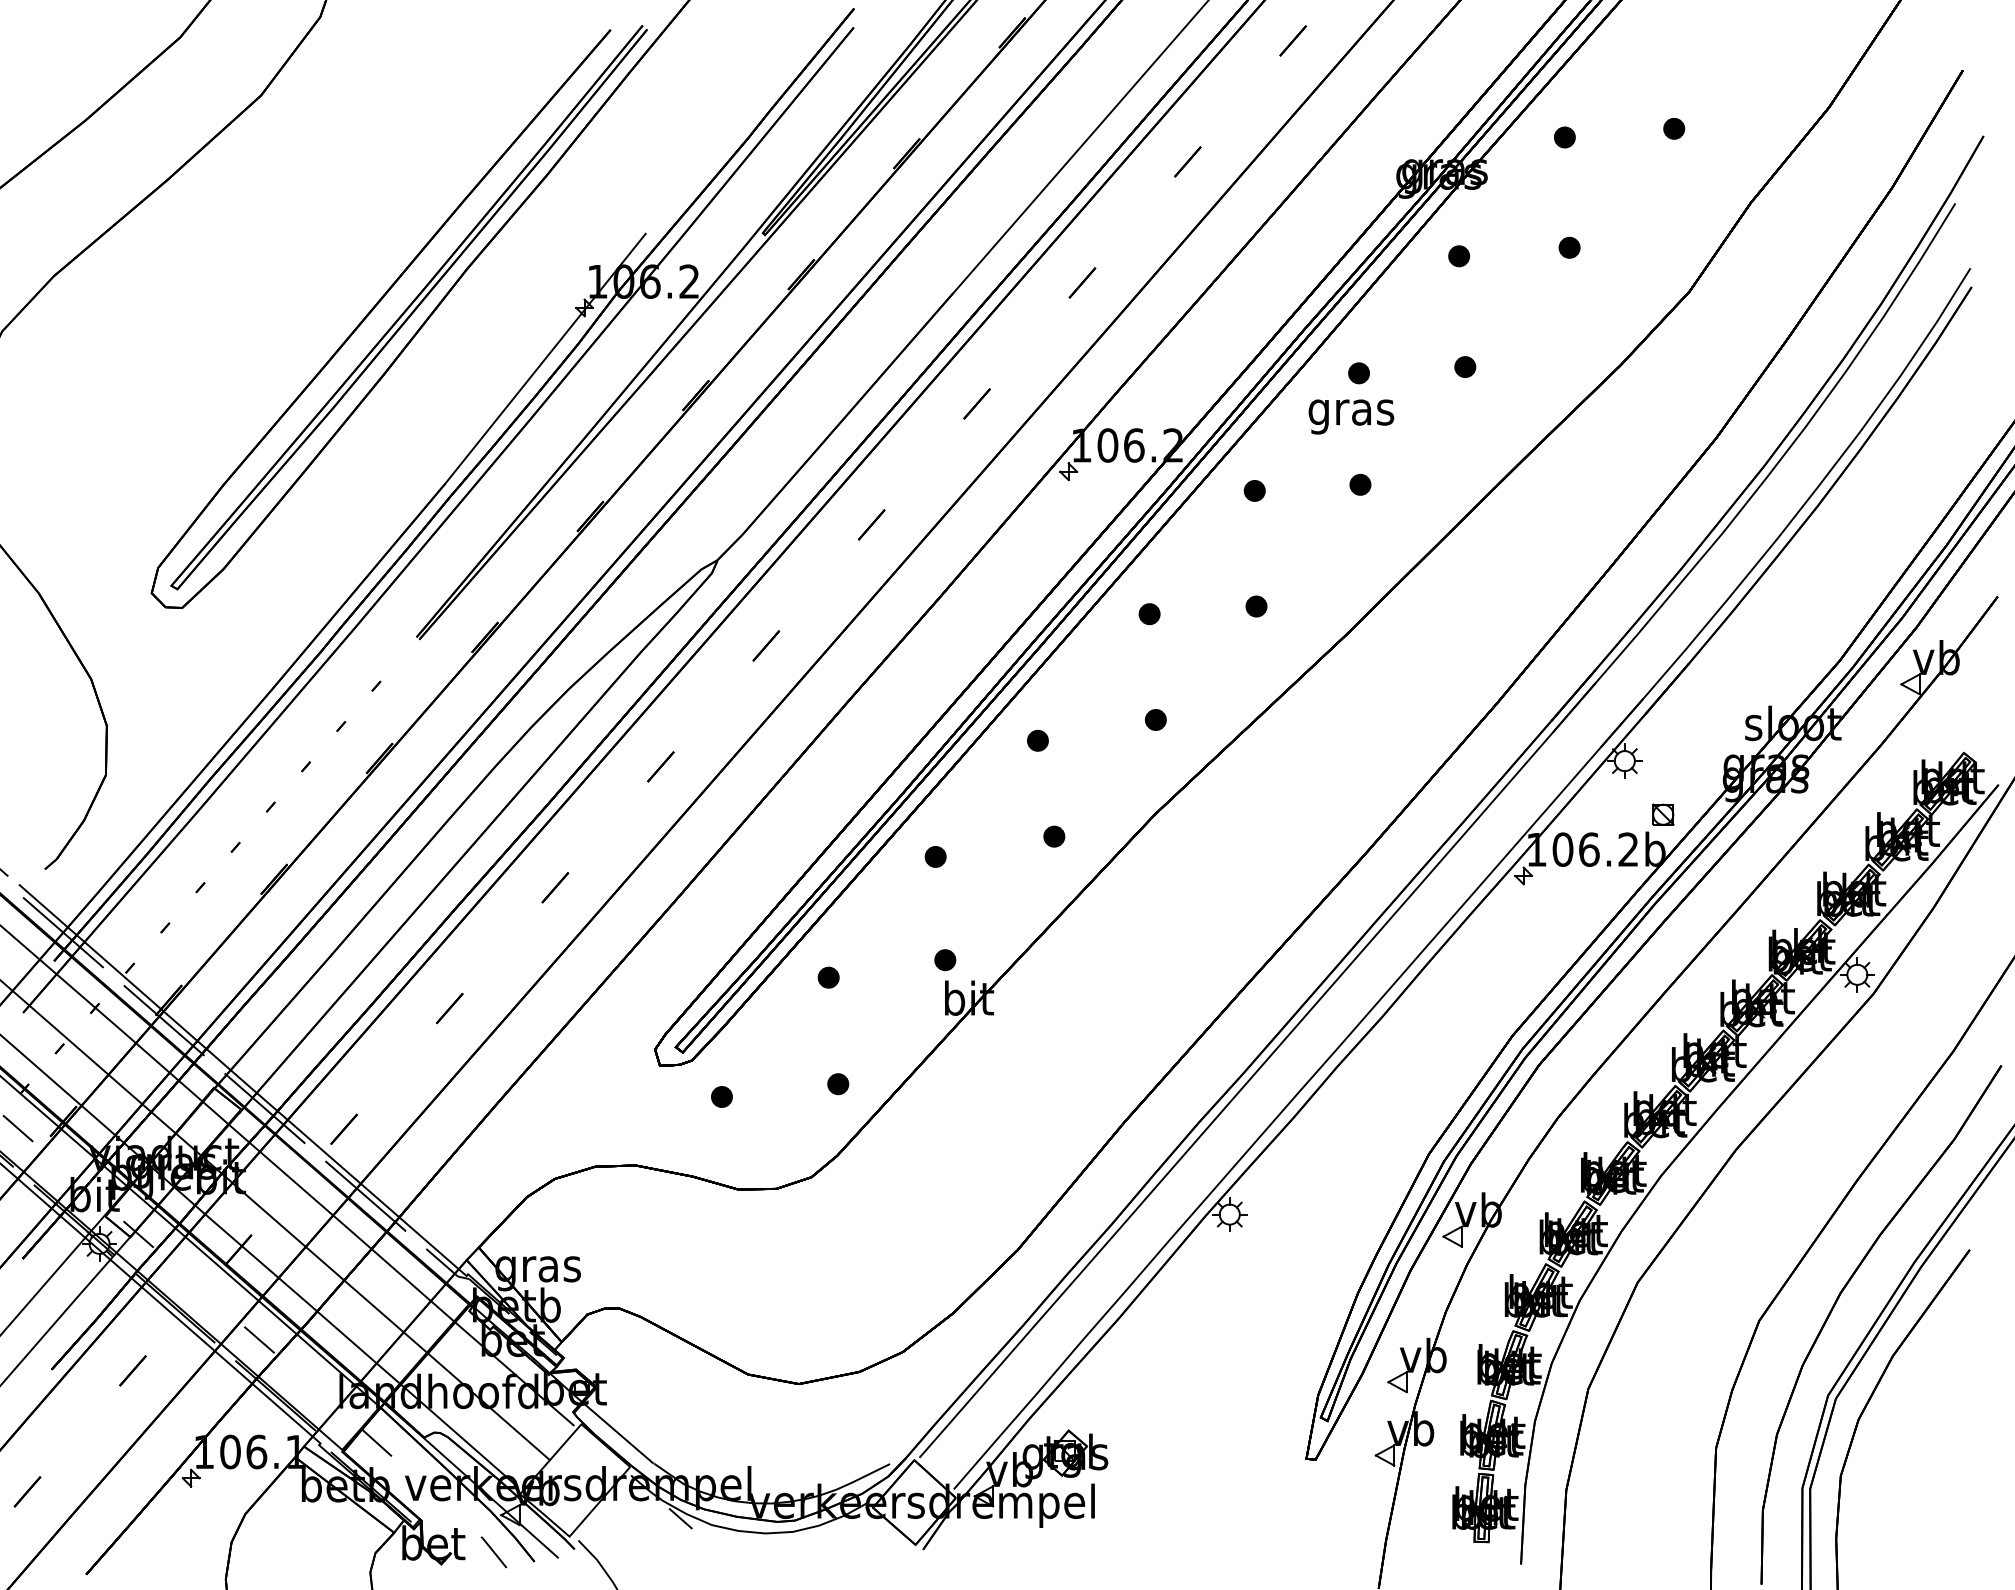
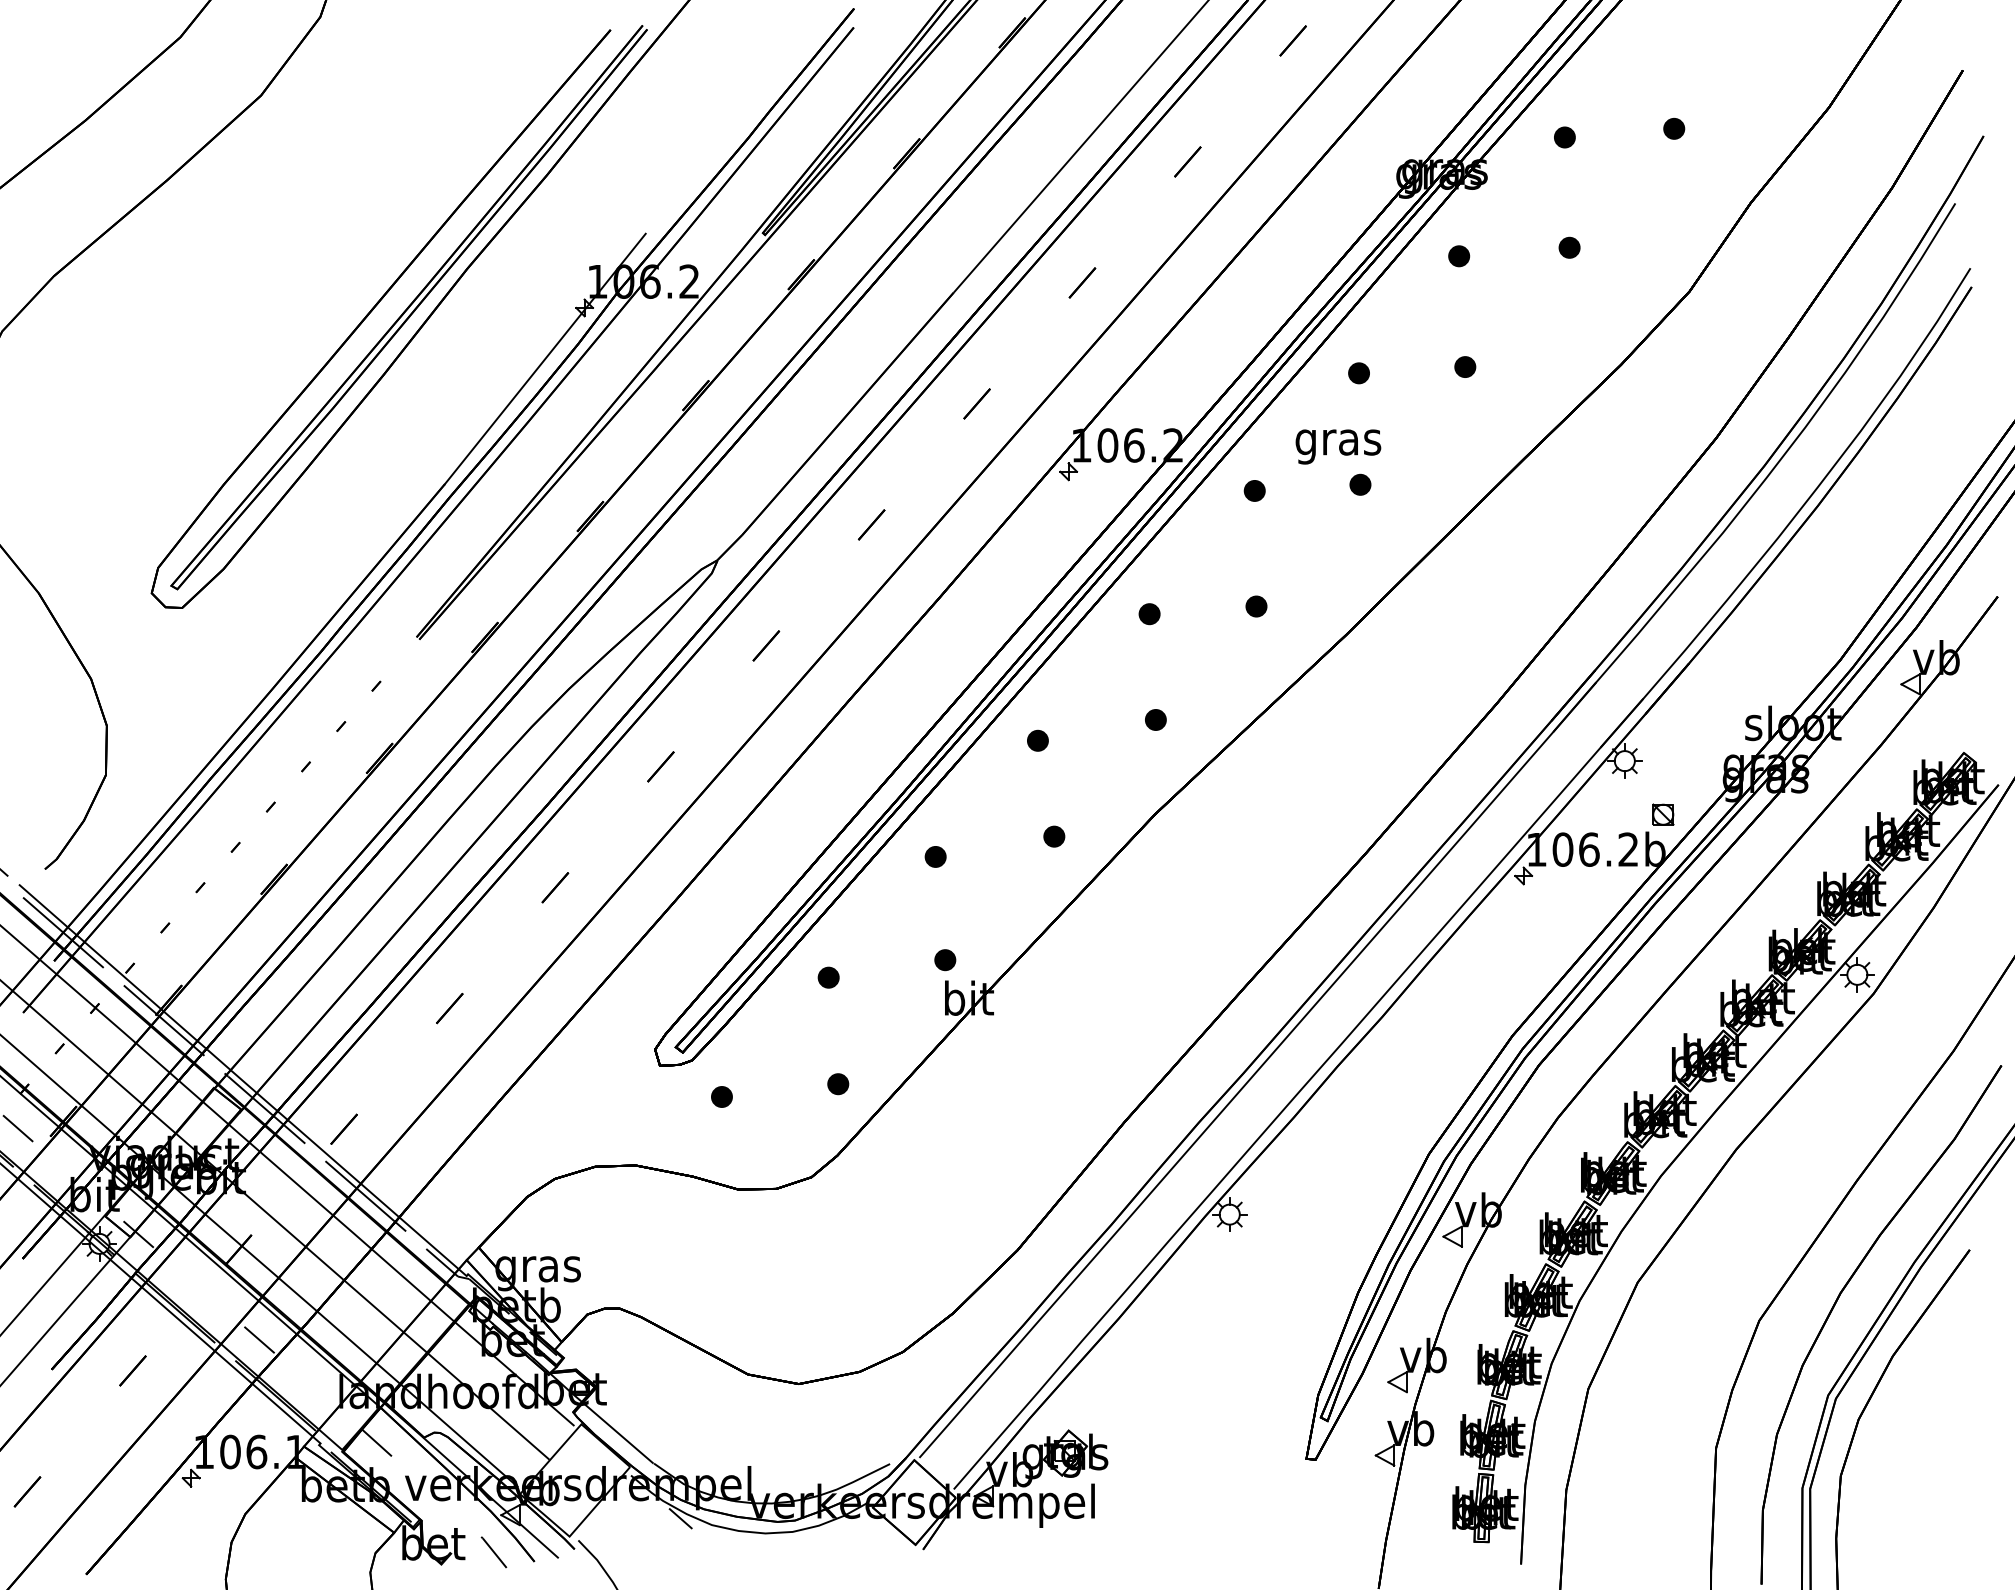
text at (1351, 416) position: (1351, 416) -> (1338, 446)
